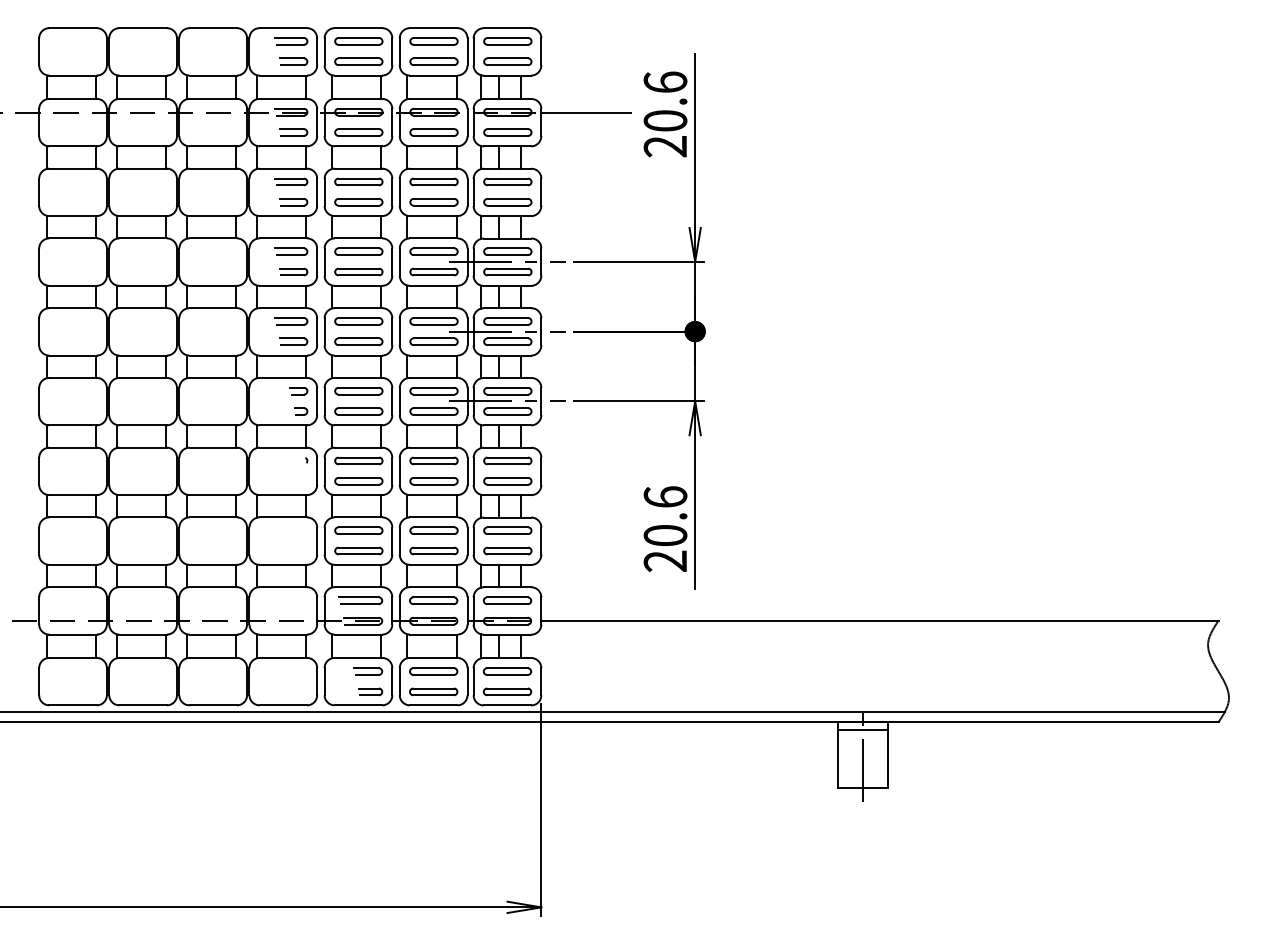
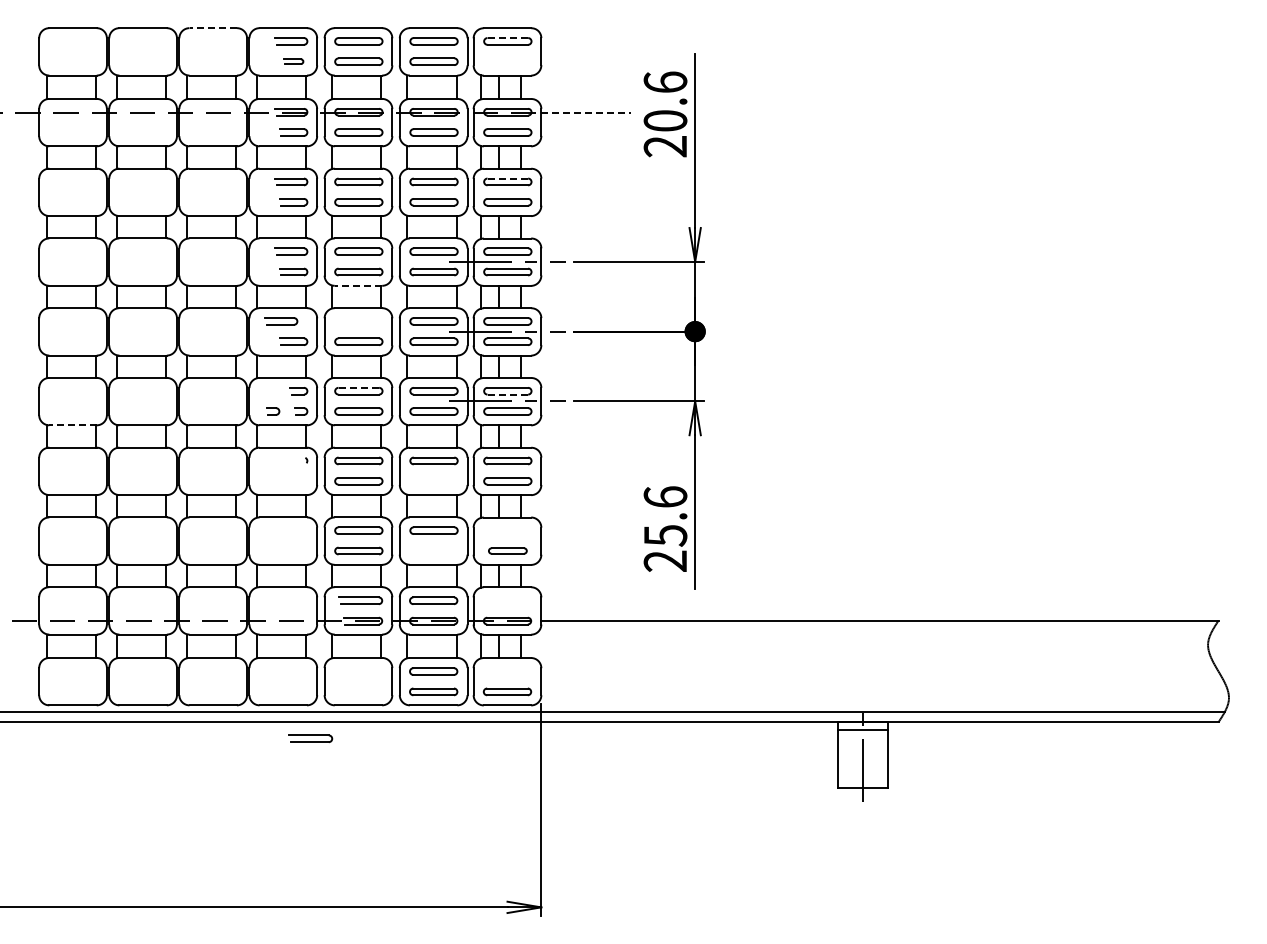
line at (213, 28): solid -> dashed
line at (508, 38): solid -> dashed
part at (293, 61) size: 30x9 px -> 22x7 px
part at (507, 61): present -> none
line at (586, 112): solid -> dashed
line at (508, 178): solid -> dashed
line at (358, 285): solid -> dashed
part at (291, 321) position: (291, 321) -> (281, 321)
part at (358, 321): present -> none
line at (359, 387): solid -> dashed
line at (508, 394): solid -> dashed
part at (273, 411): none -> present
line at (73, 425): solid -> dashed
part at (433, 481): present -> none
part at (507, 530): present -> none
text at (665, 535): 20.6 -> 25.6
part at (433, 550): present -> none
part at (507, 550) size: 50x10 px -> 40x8 px
part at (507, 600): present -> none
part at (368, 671): present -> none
part at (507, 671): present -> none
part at (370, 691): present -> none
part at (310, 738): none -> present
